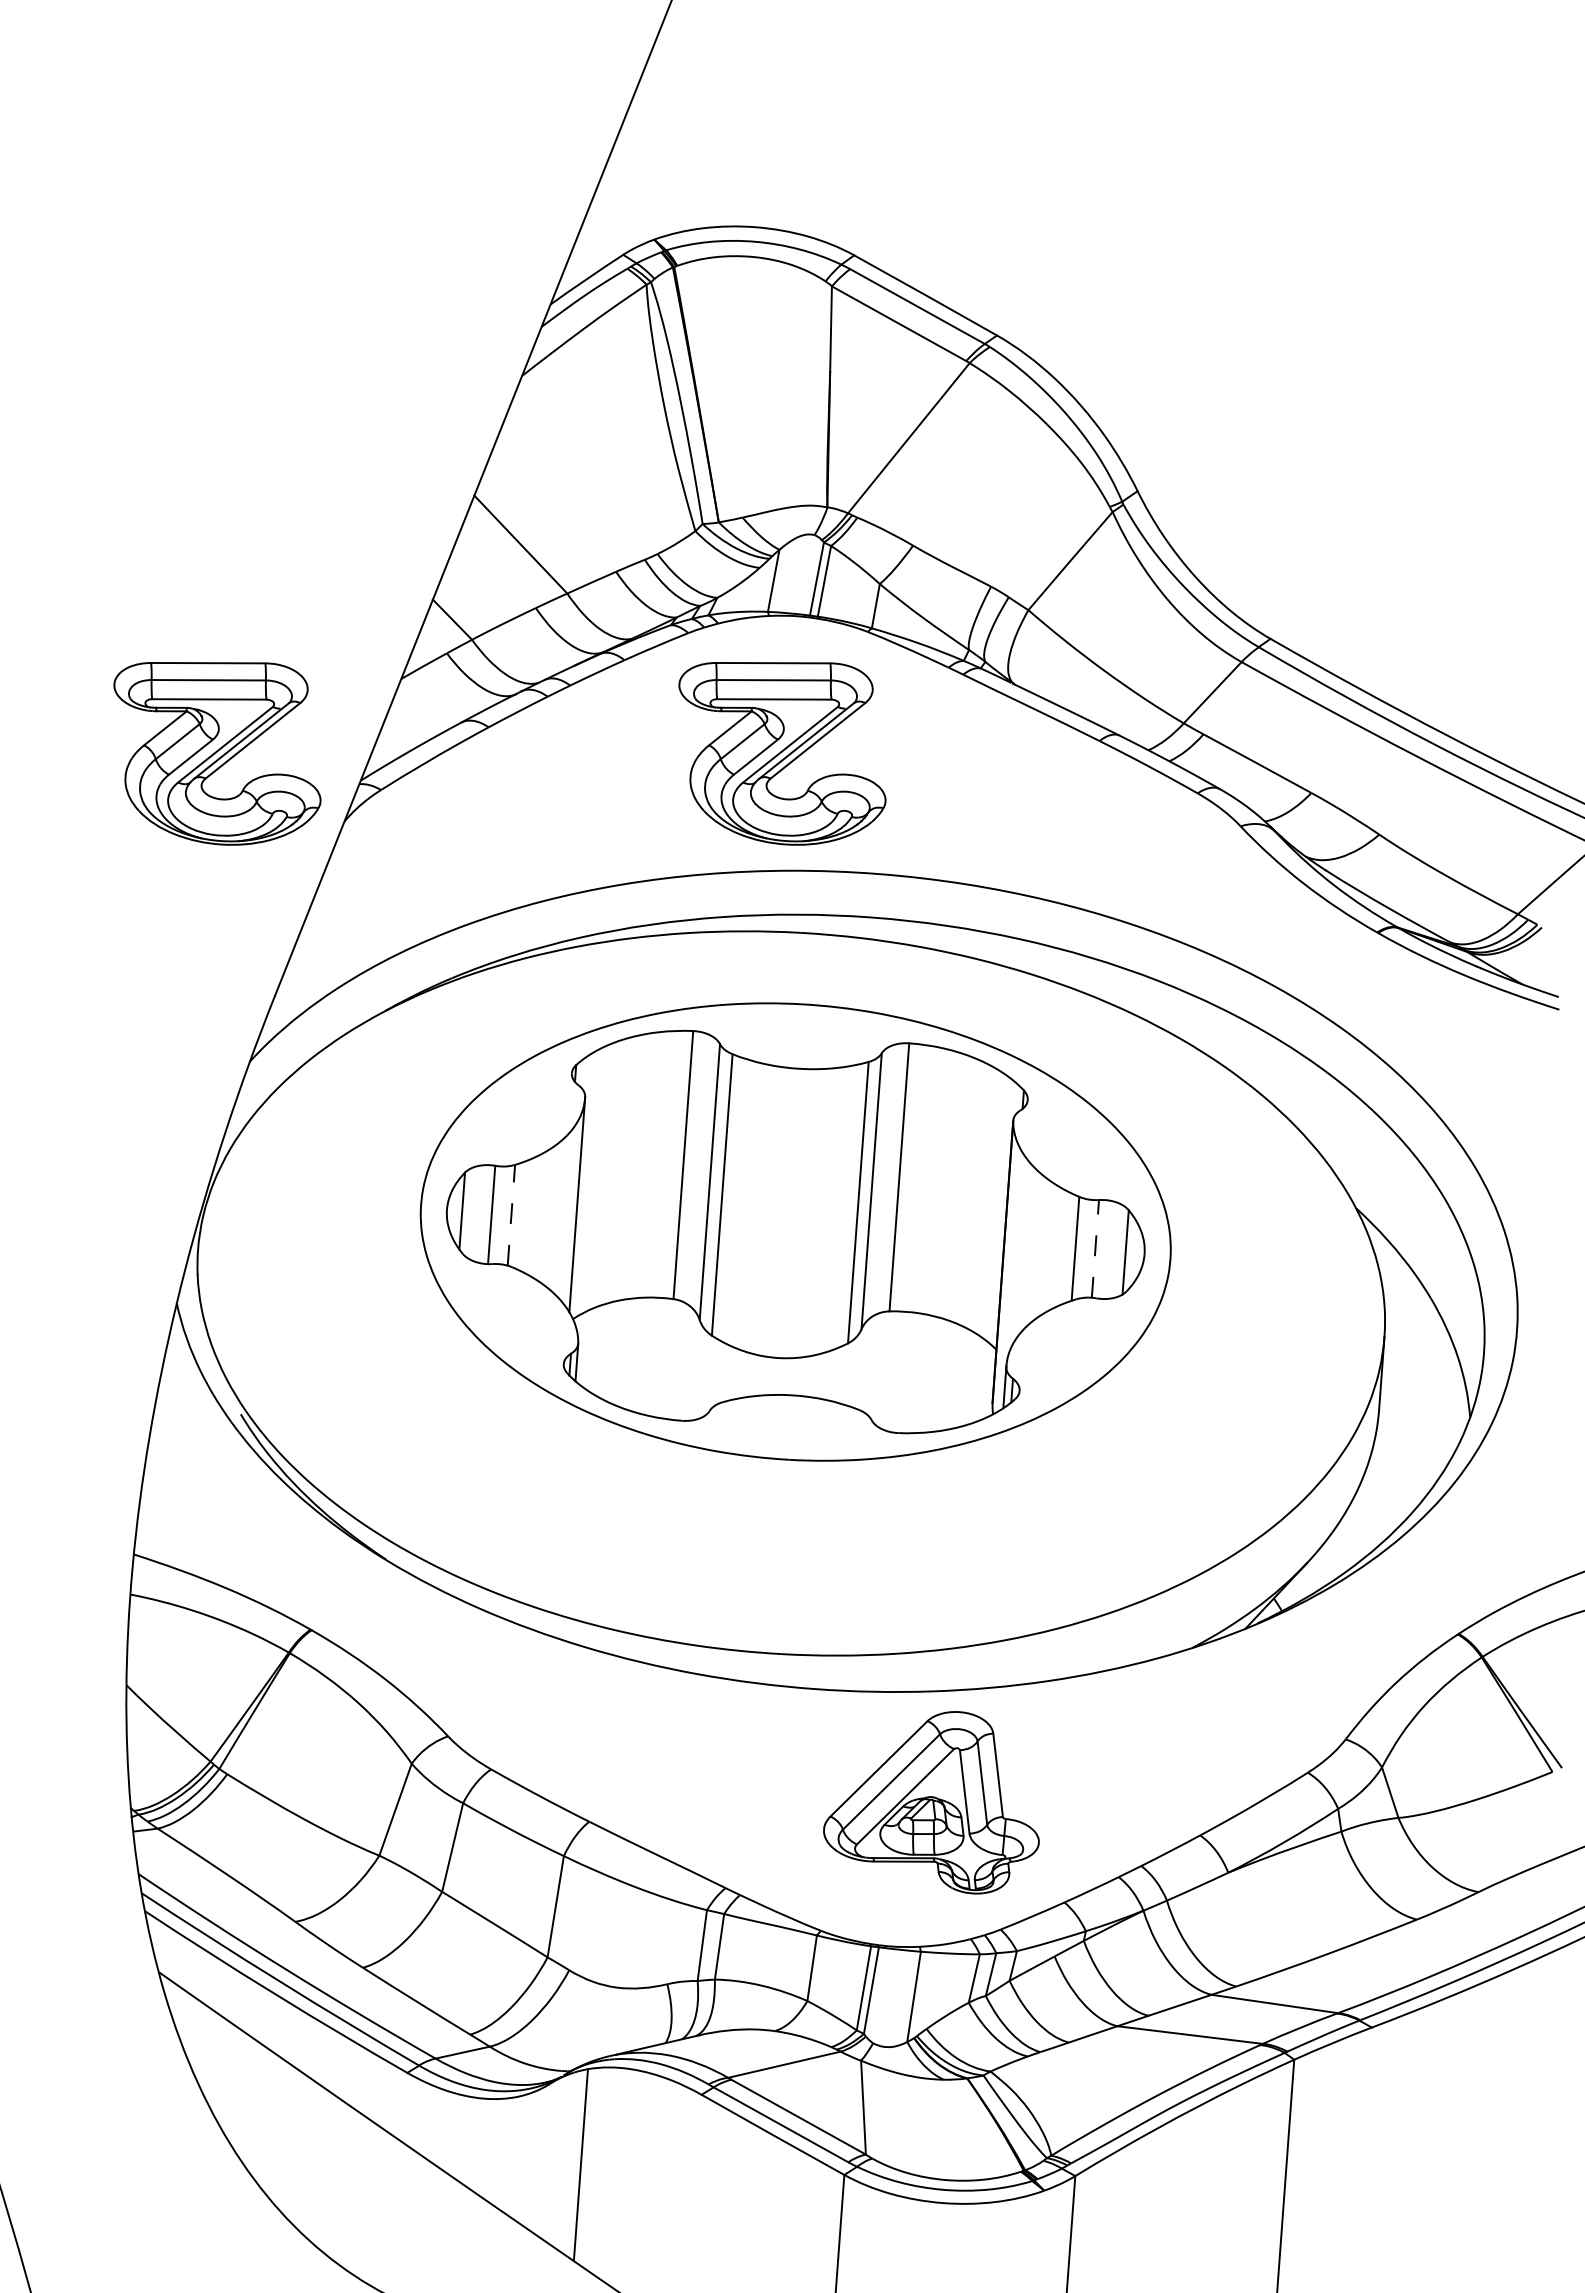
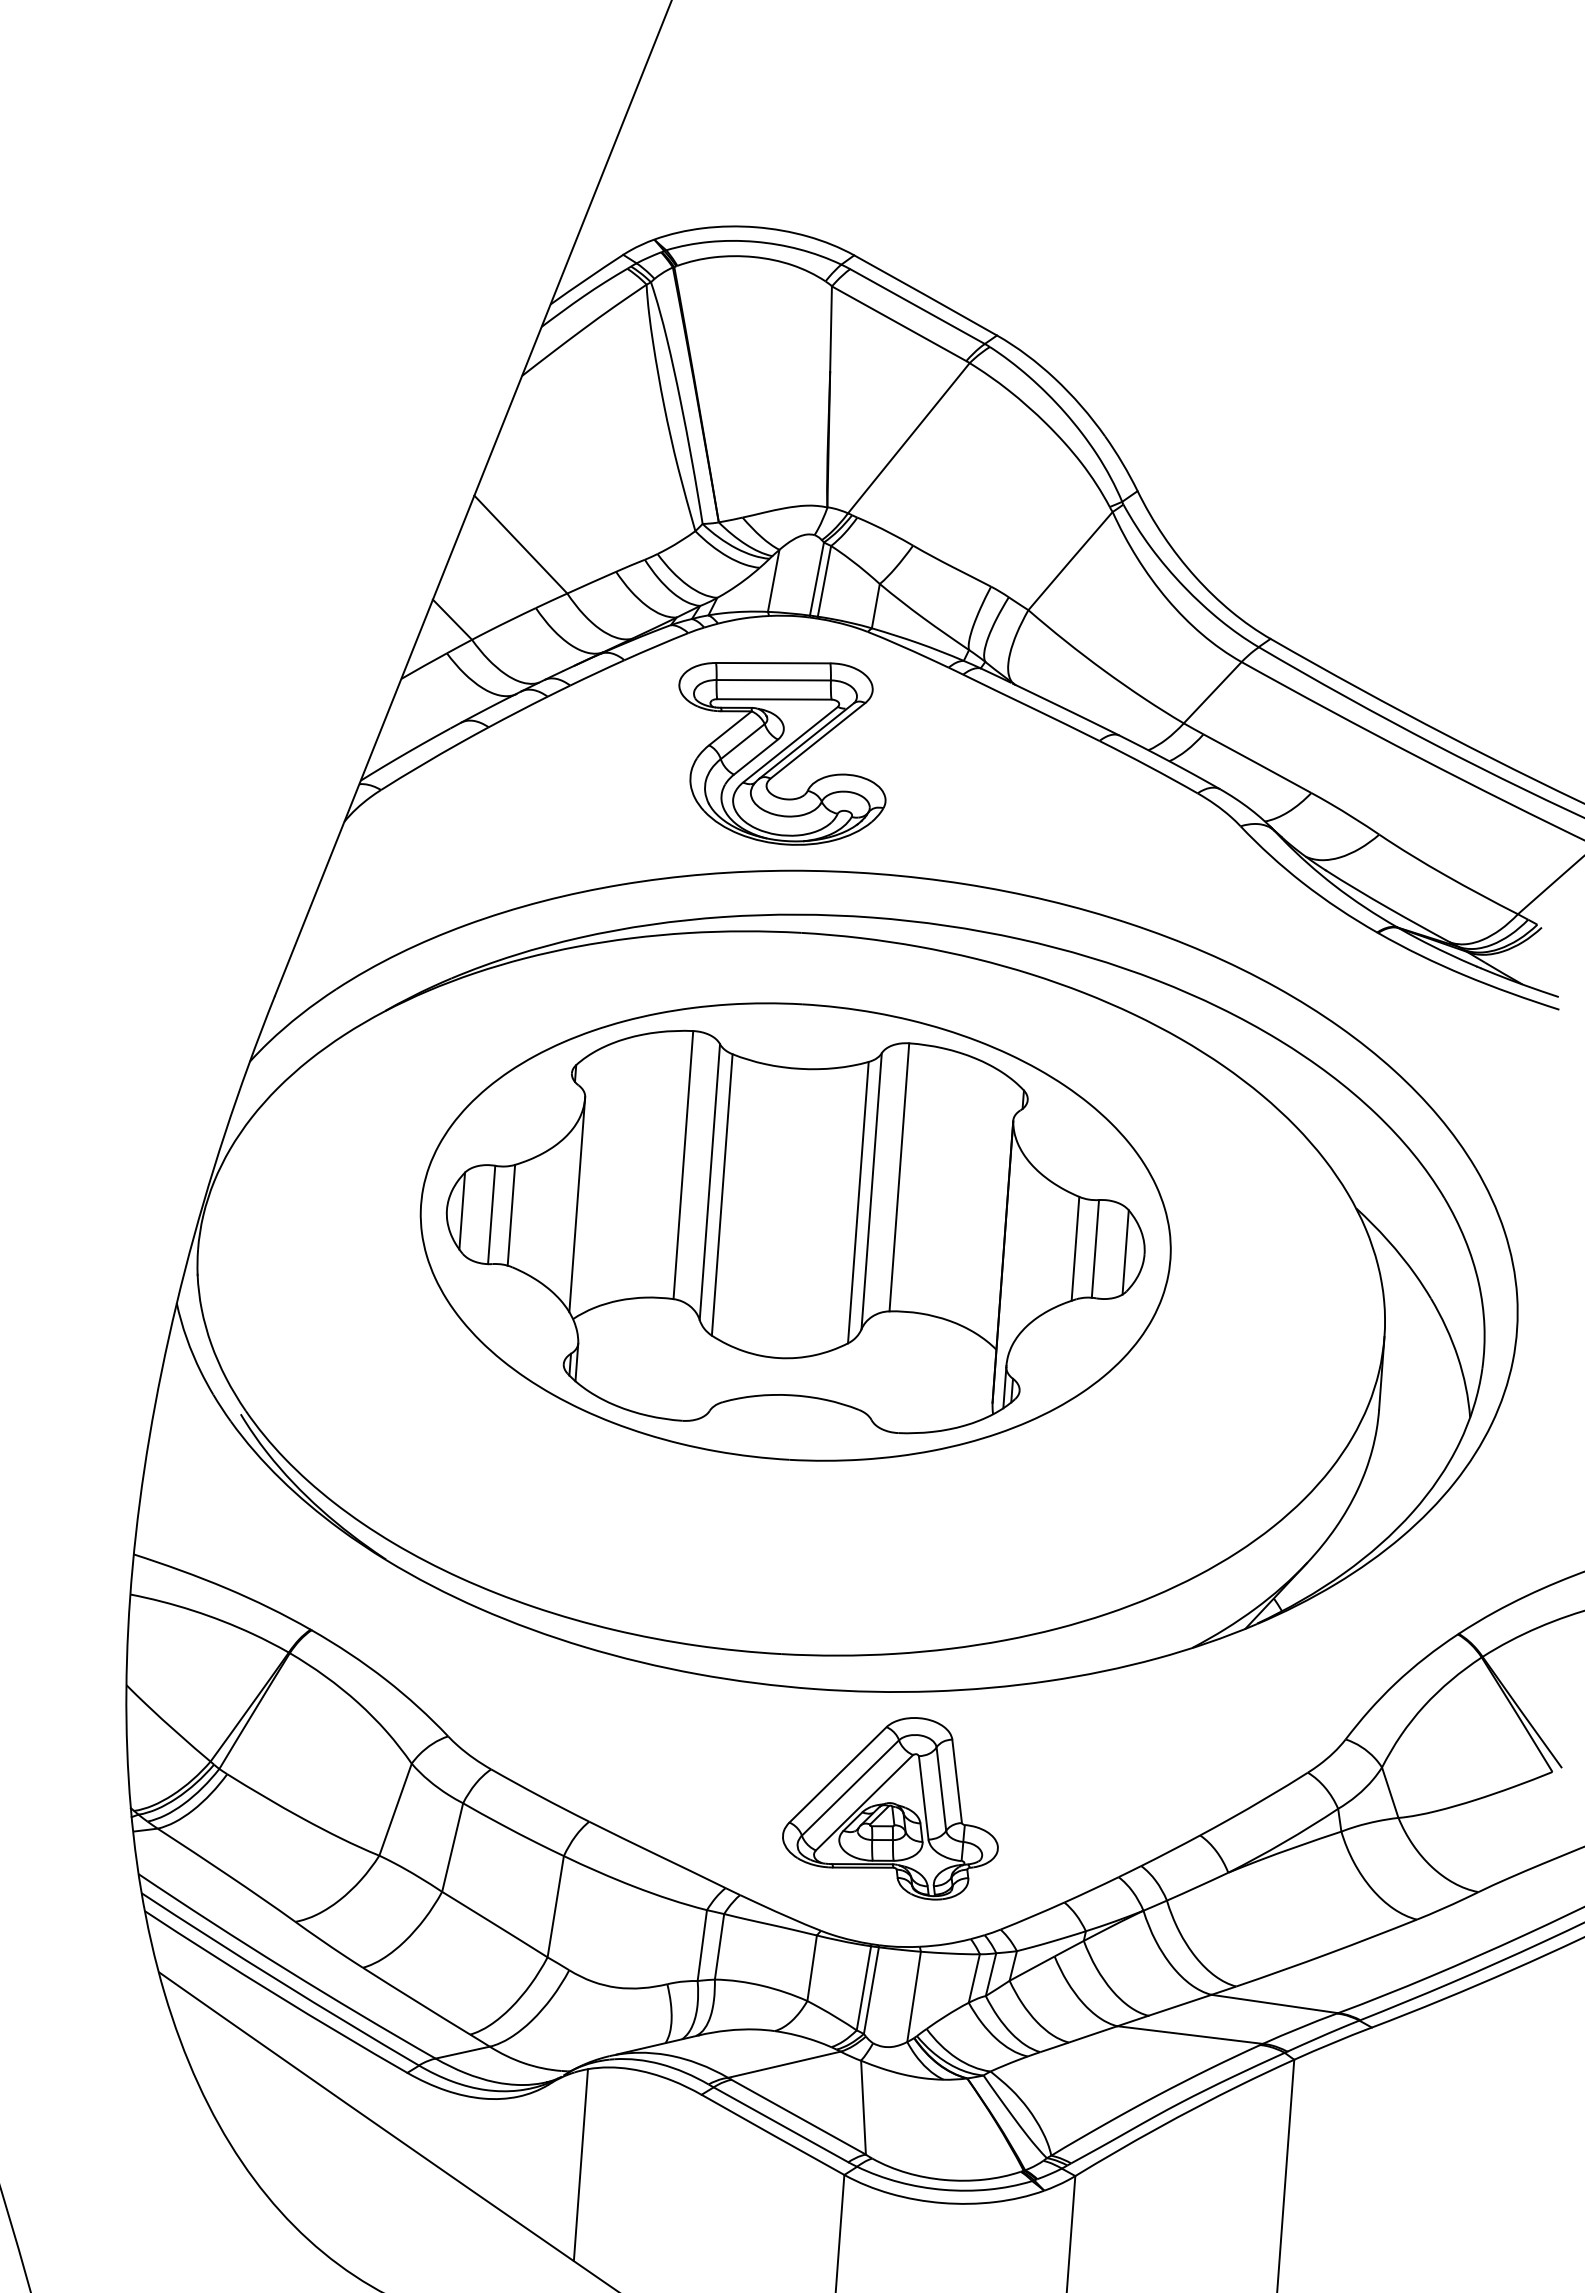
part at (217, 753): present -> none
line at (511, 1215): dashed -> solid
line at (1095, 1248): dashed -> solid
part at (931, 1802) position: (931, 1802) -> (890, 1808)
